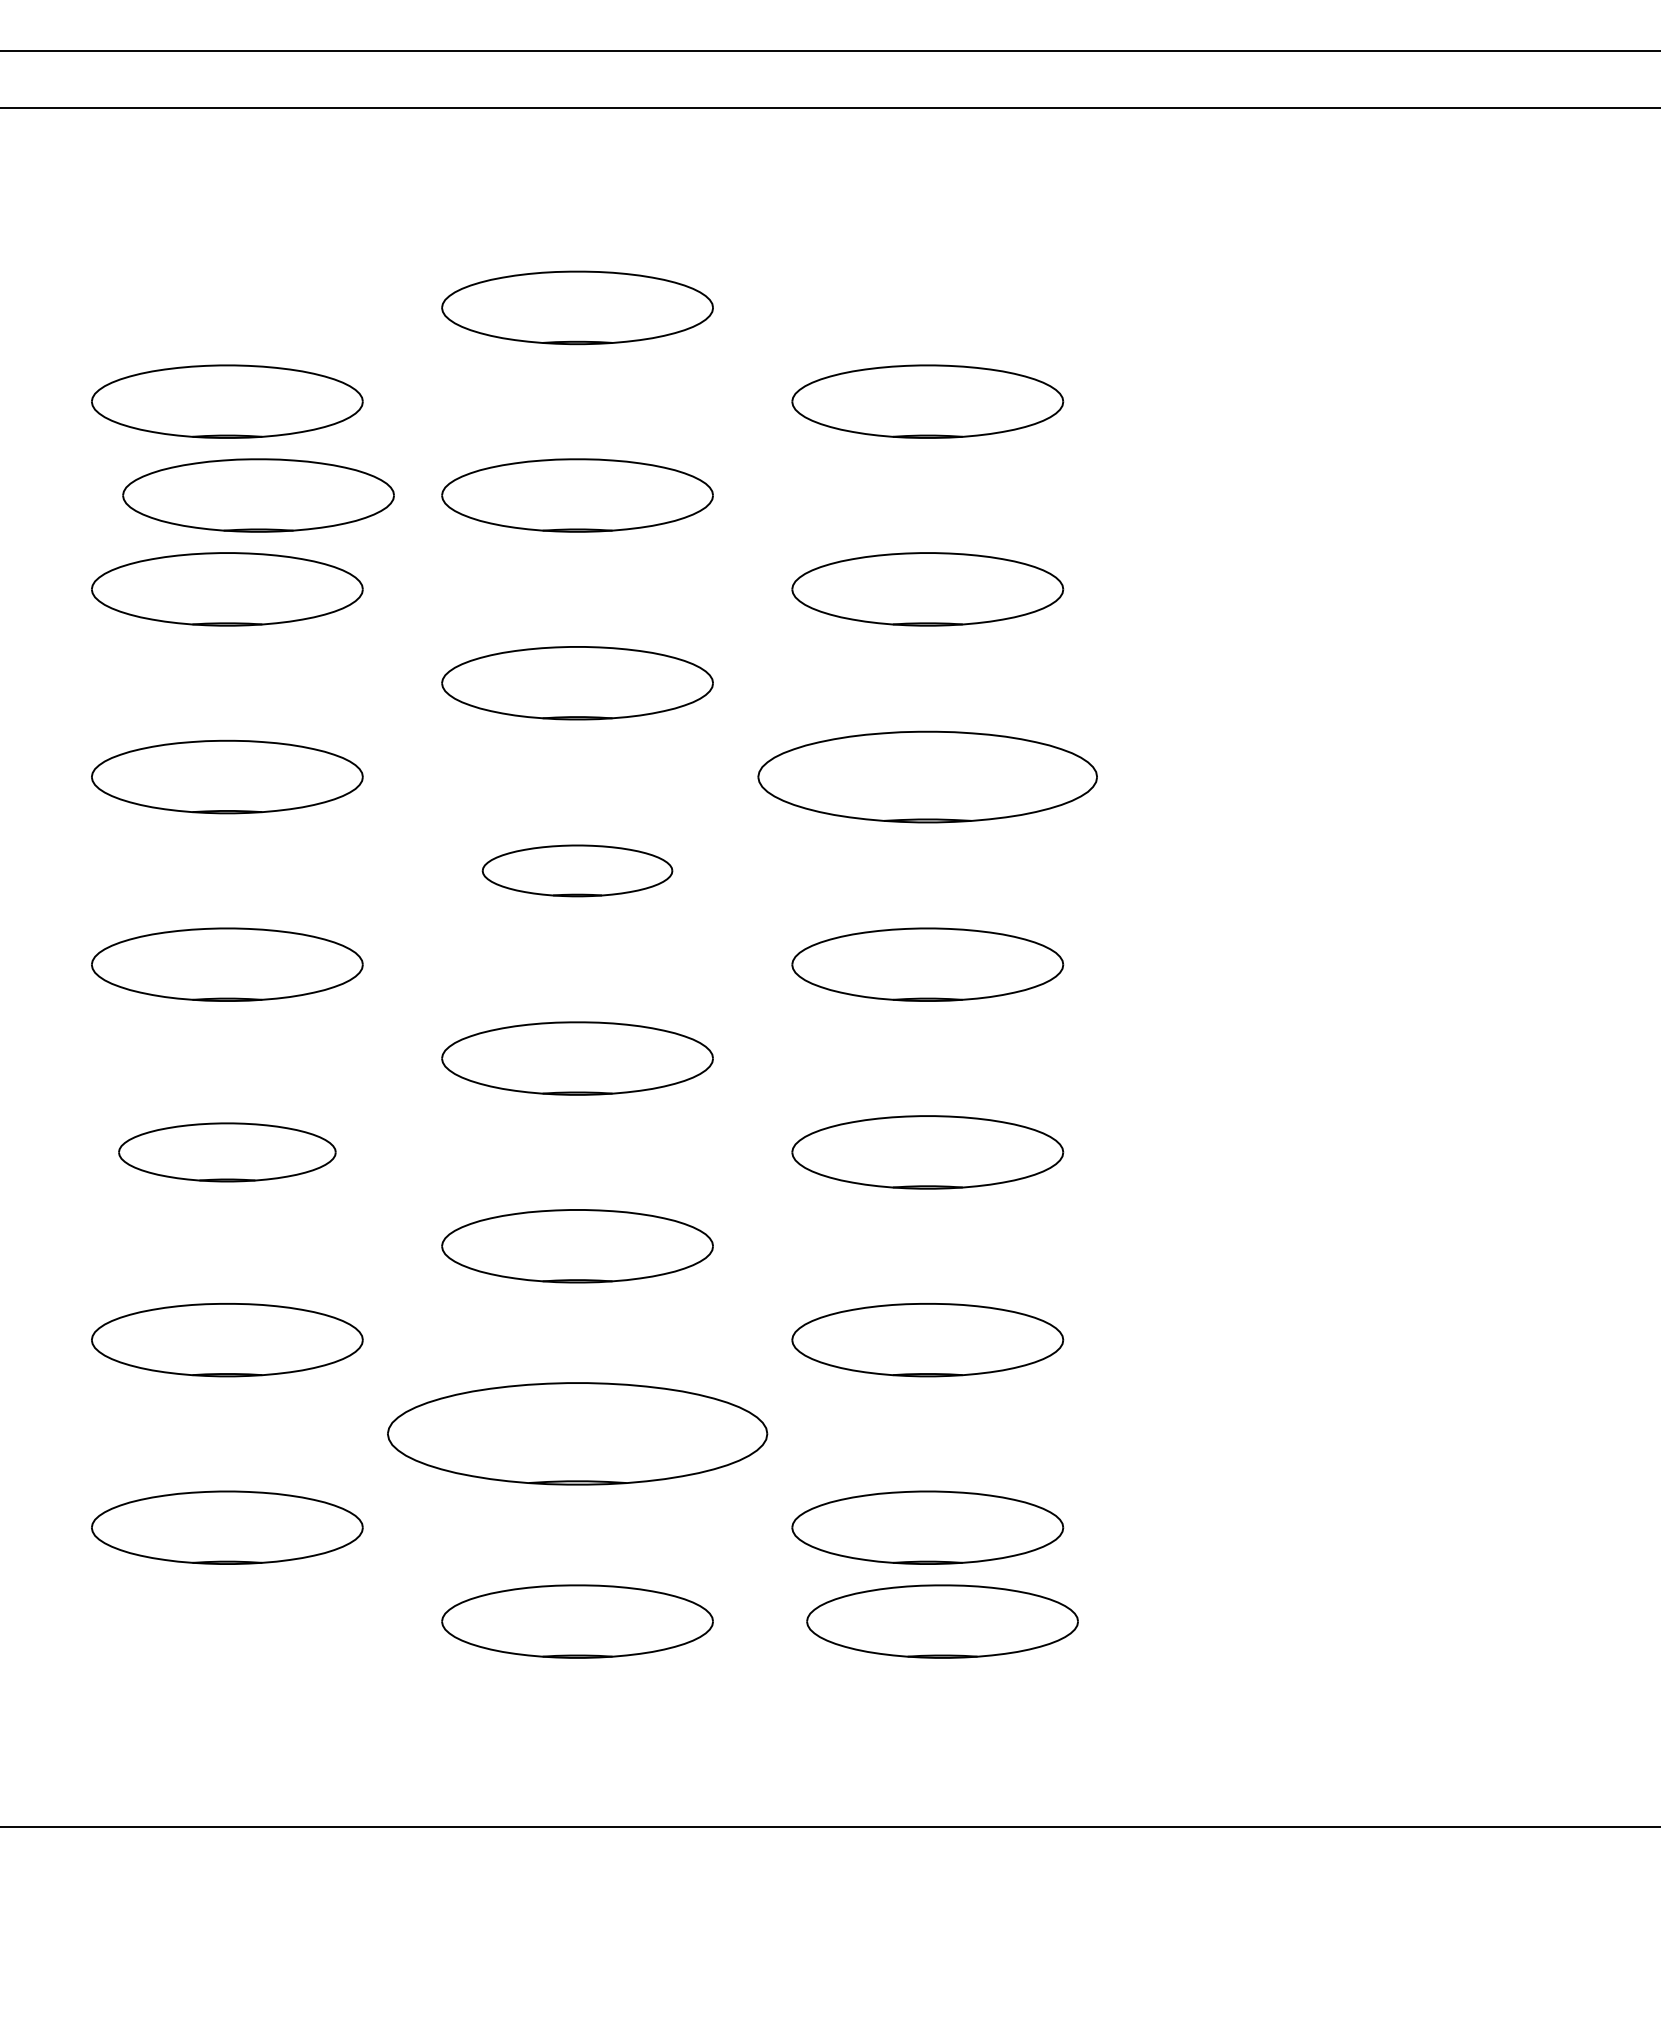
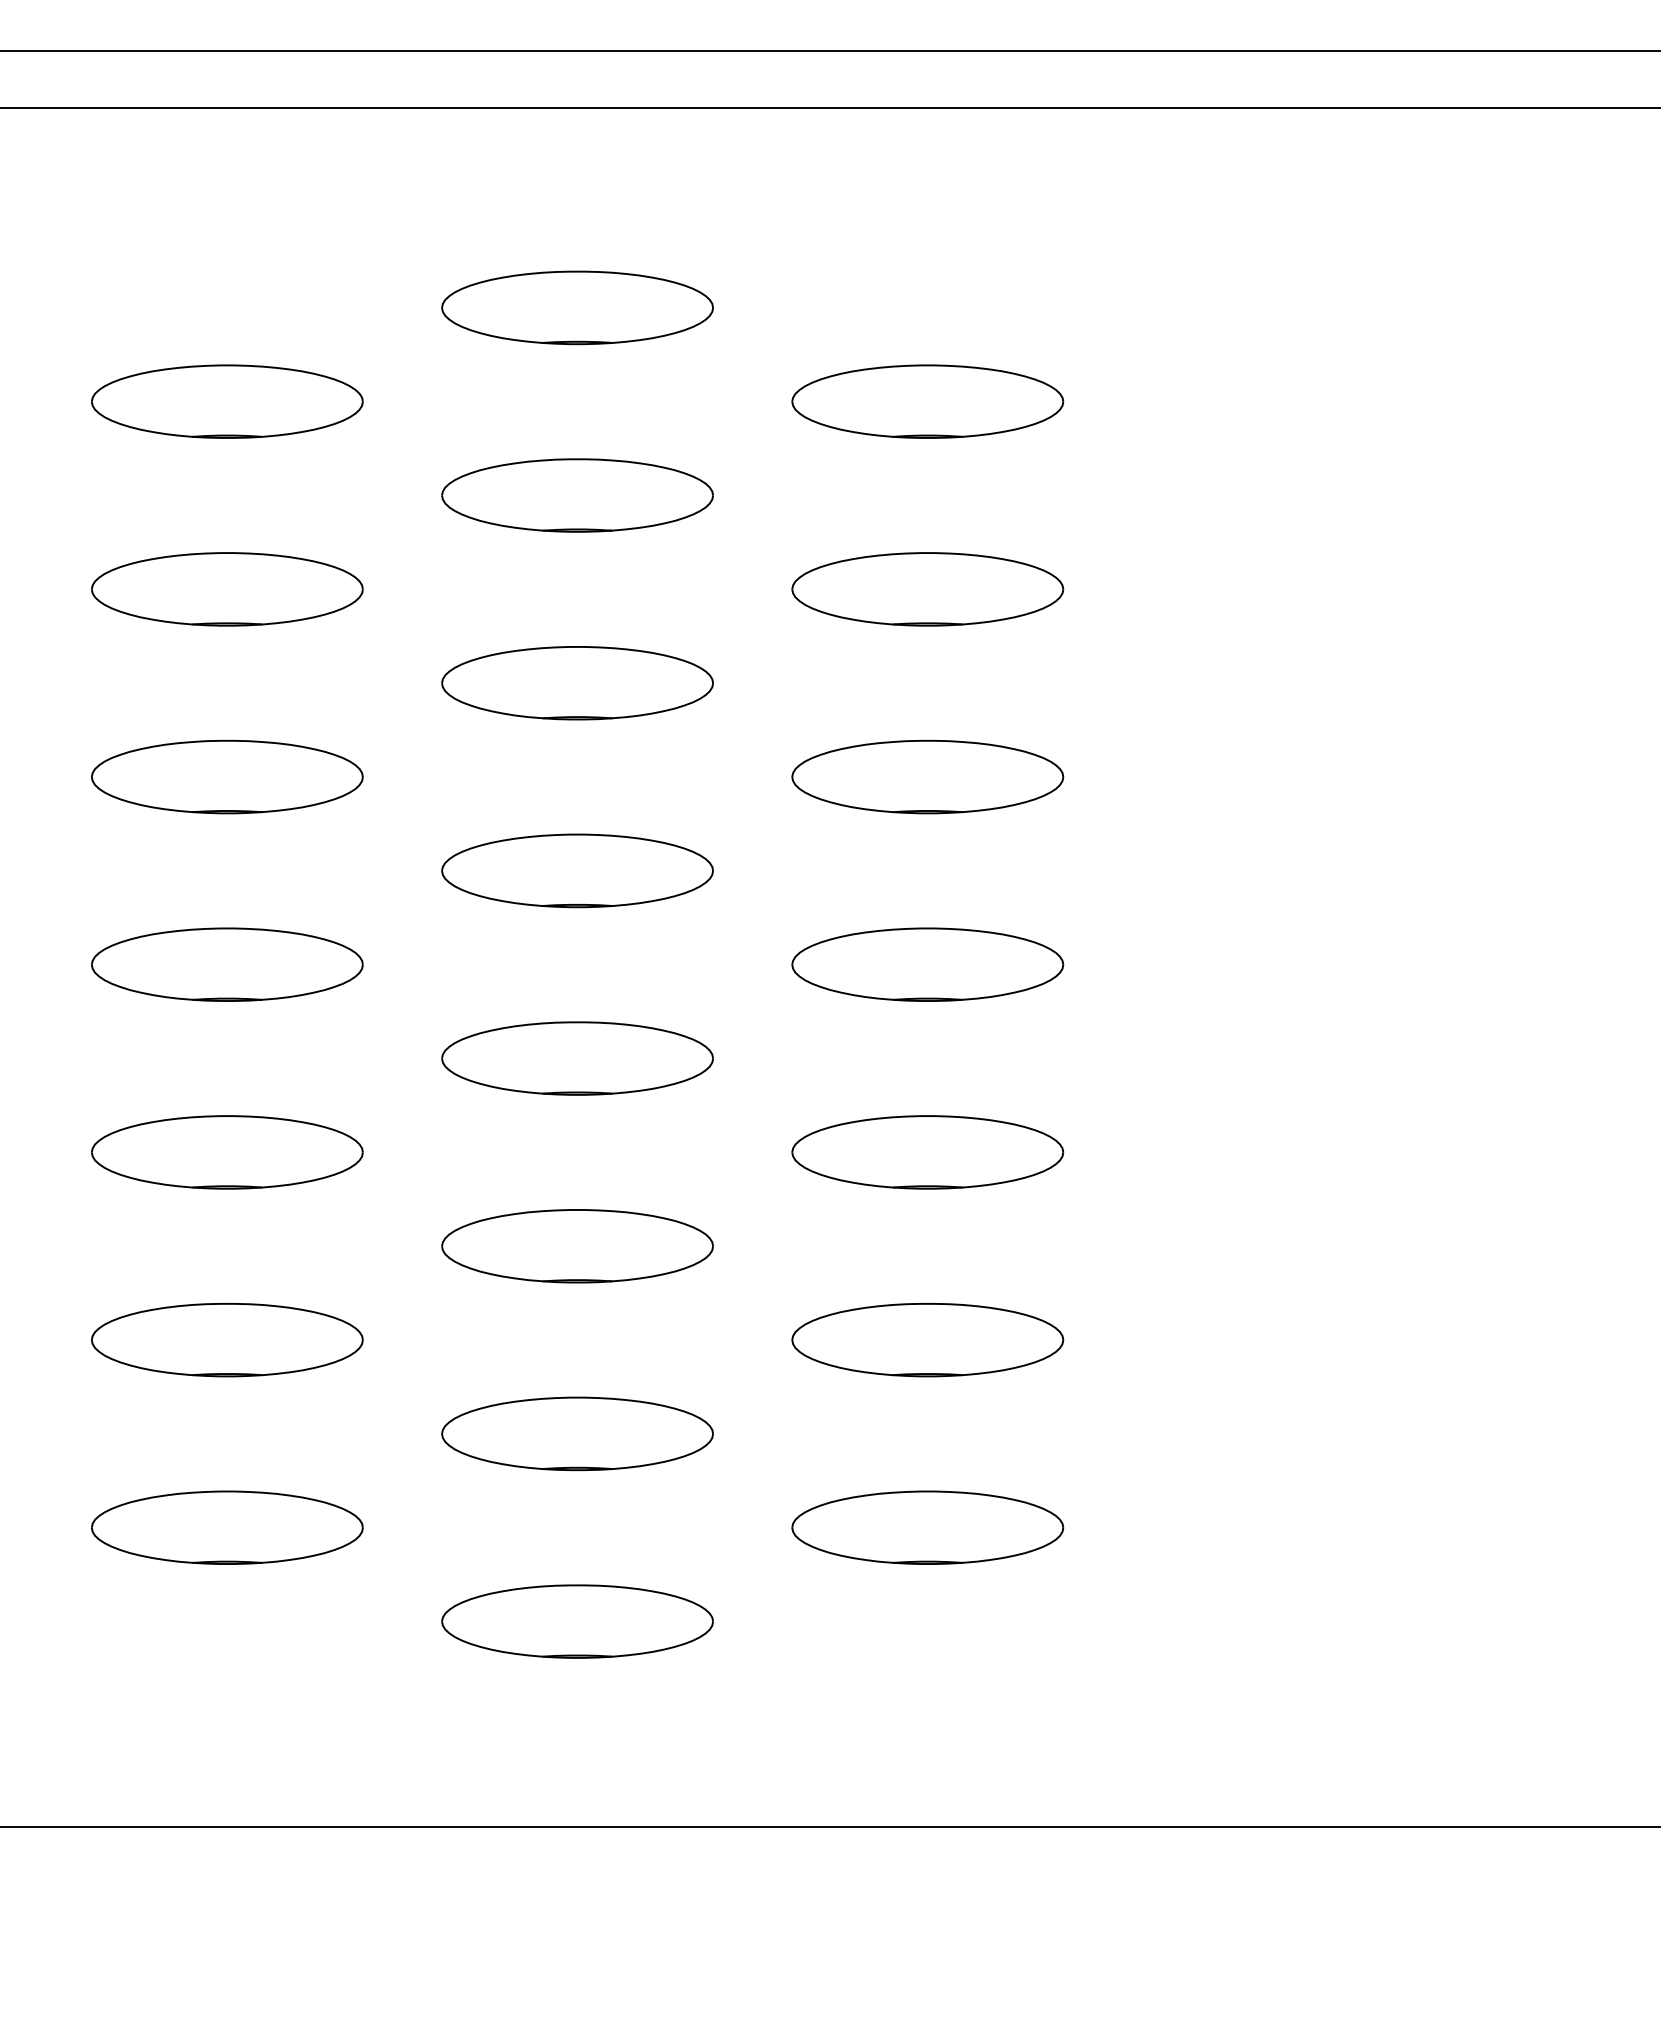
part at (258, 495): present -> none
part at (927, 776) size: 341x94 px -> 274x76 px
part at (577, 870) size: 193x54 px -> 273x76 px
part at (227, 1152) size: 219x61 px -> 273x75 px
part at (577, 1433) size: 382x104 px -> 273x76 px
part at (942, 1621): present -> none
